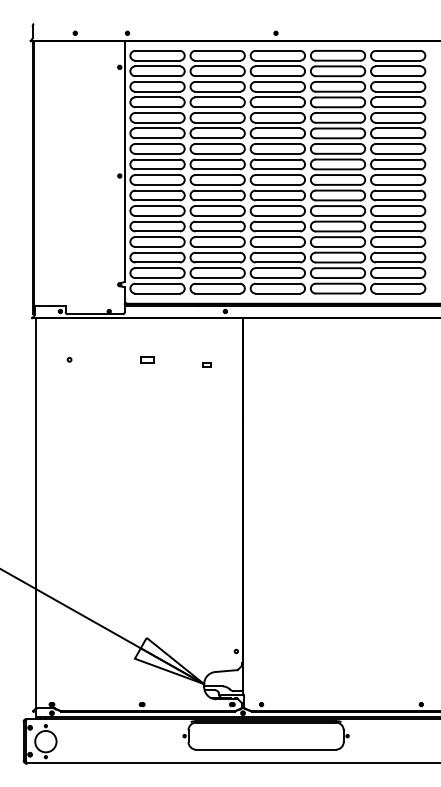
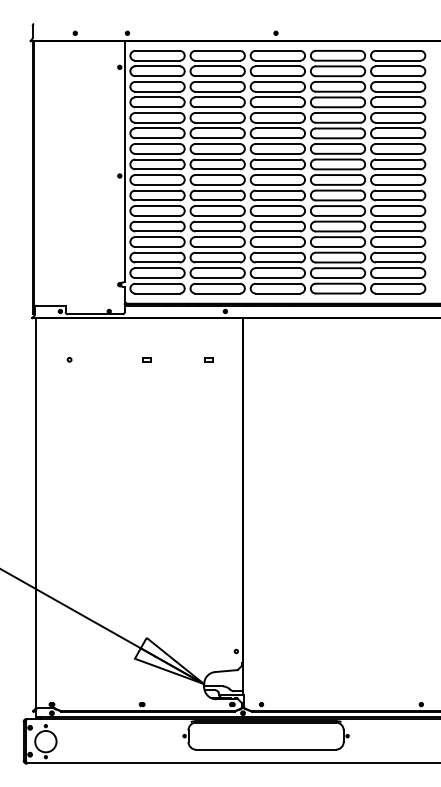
part at (147, 359) size: 15x8 px -> 10x6 px
part at (206, 364) position: (206, 364) -> (208, 359)
